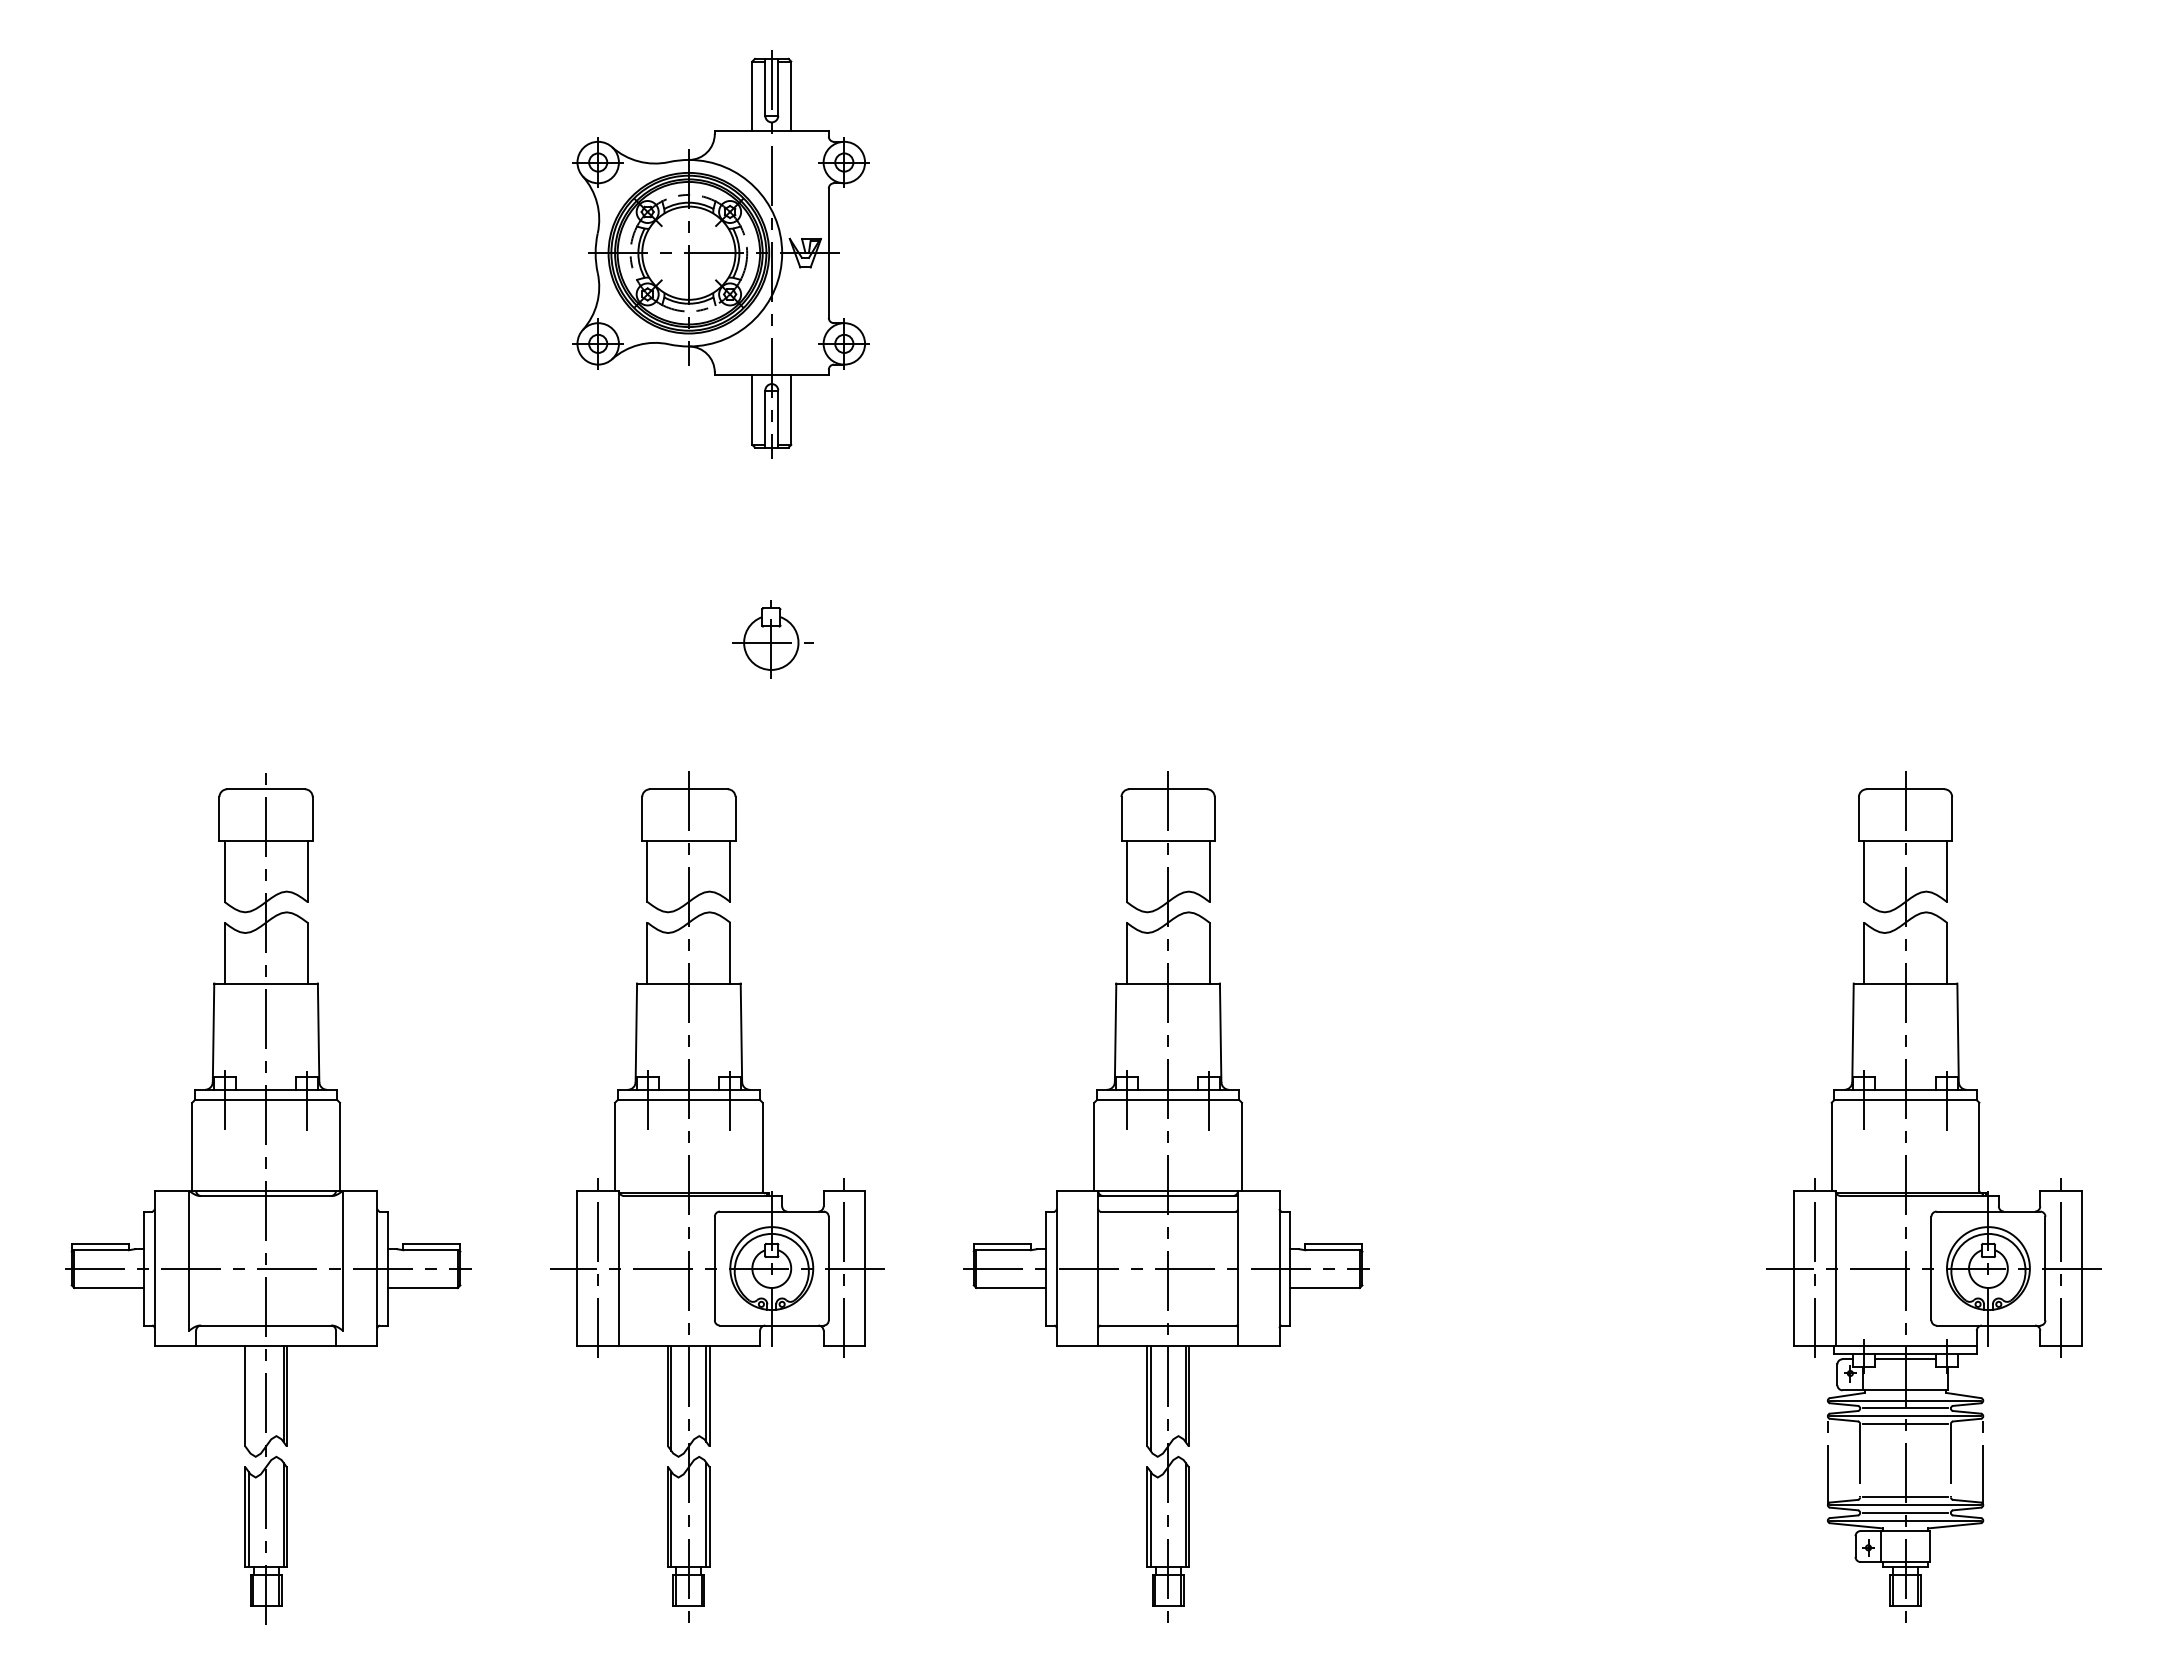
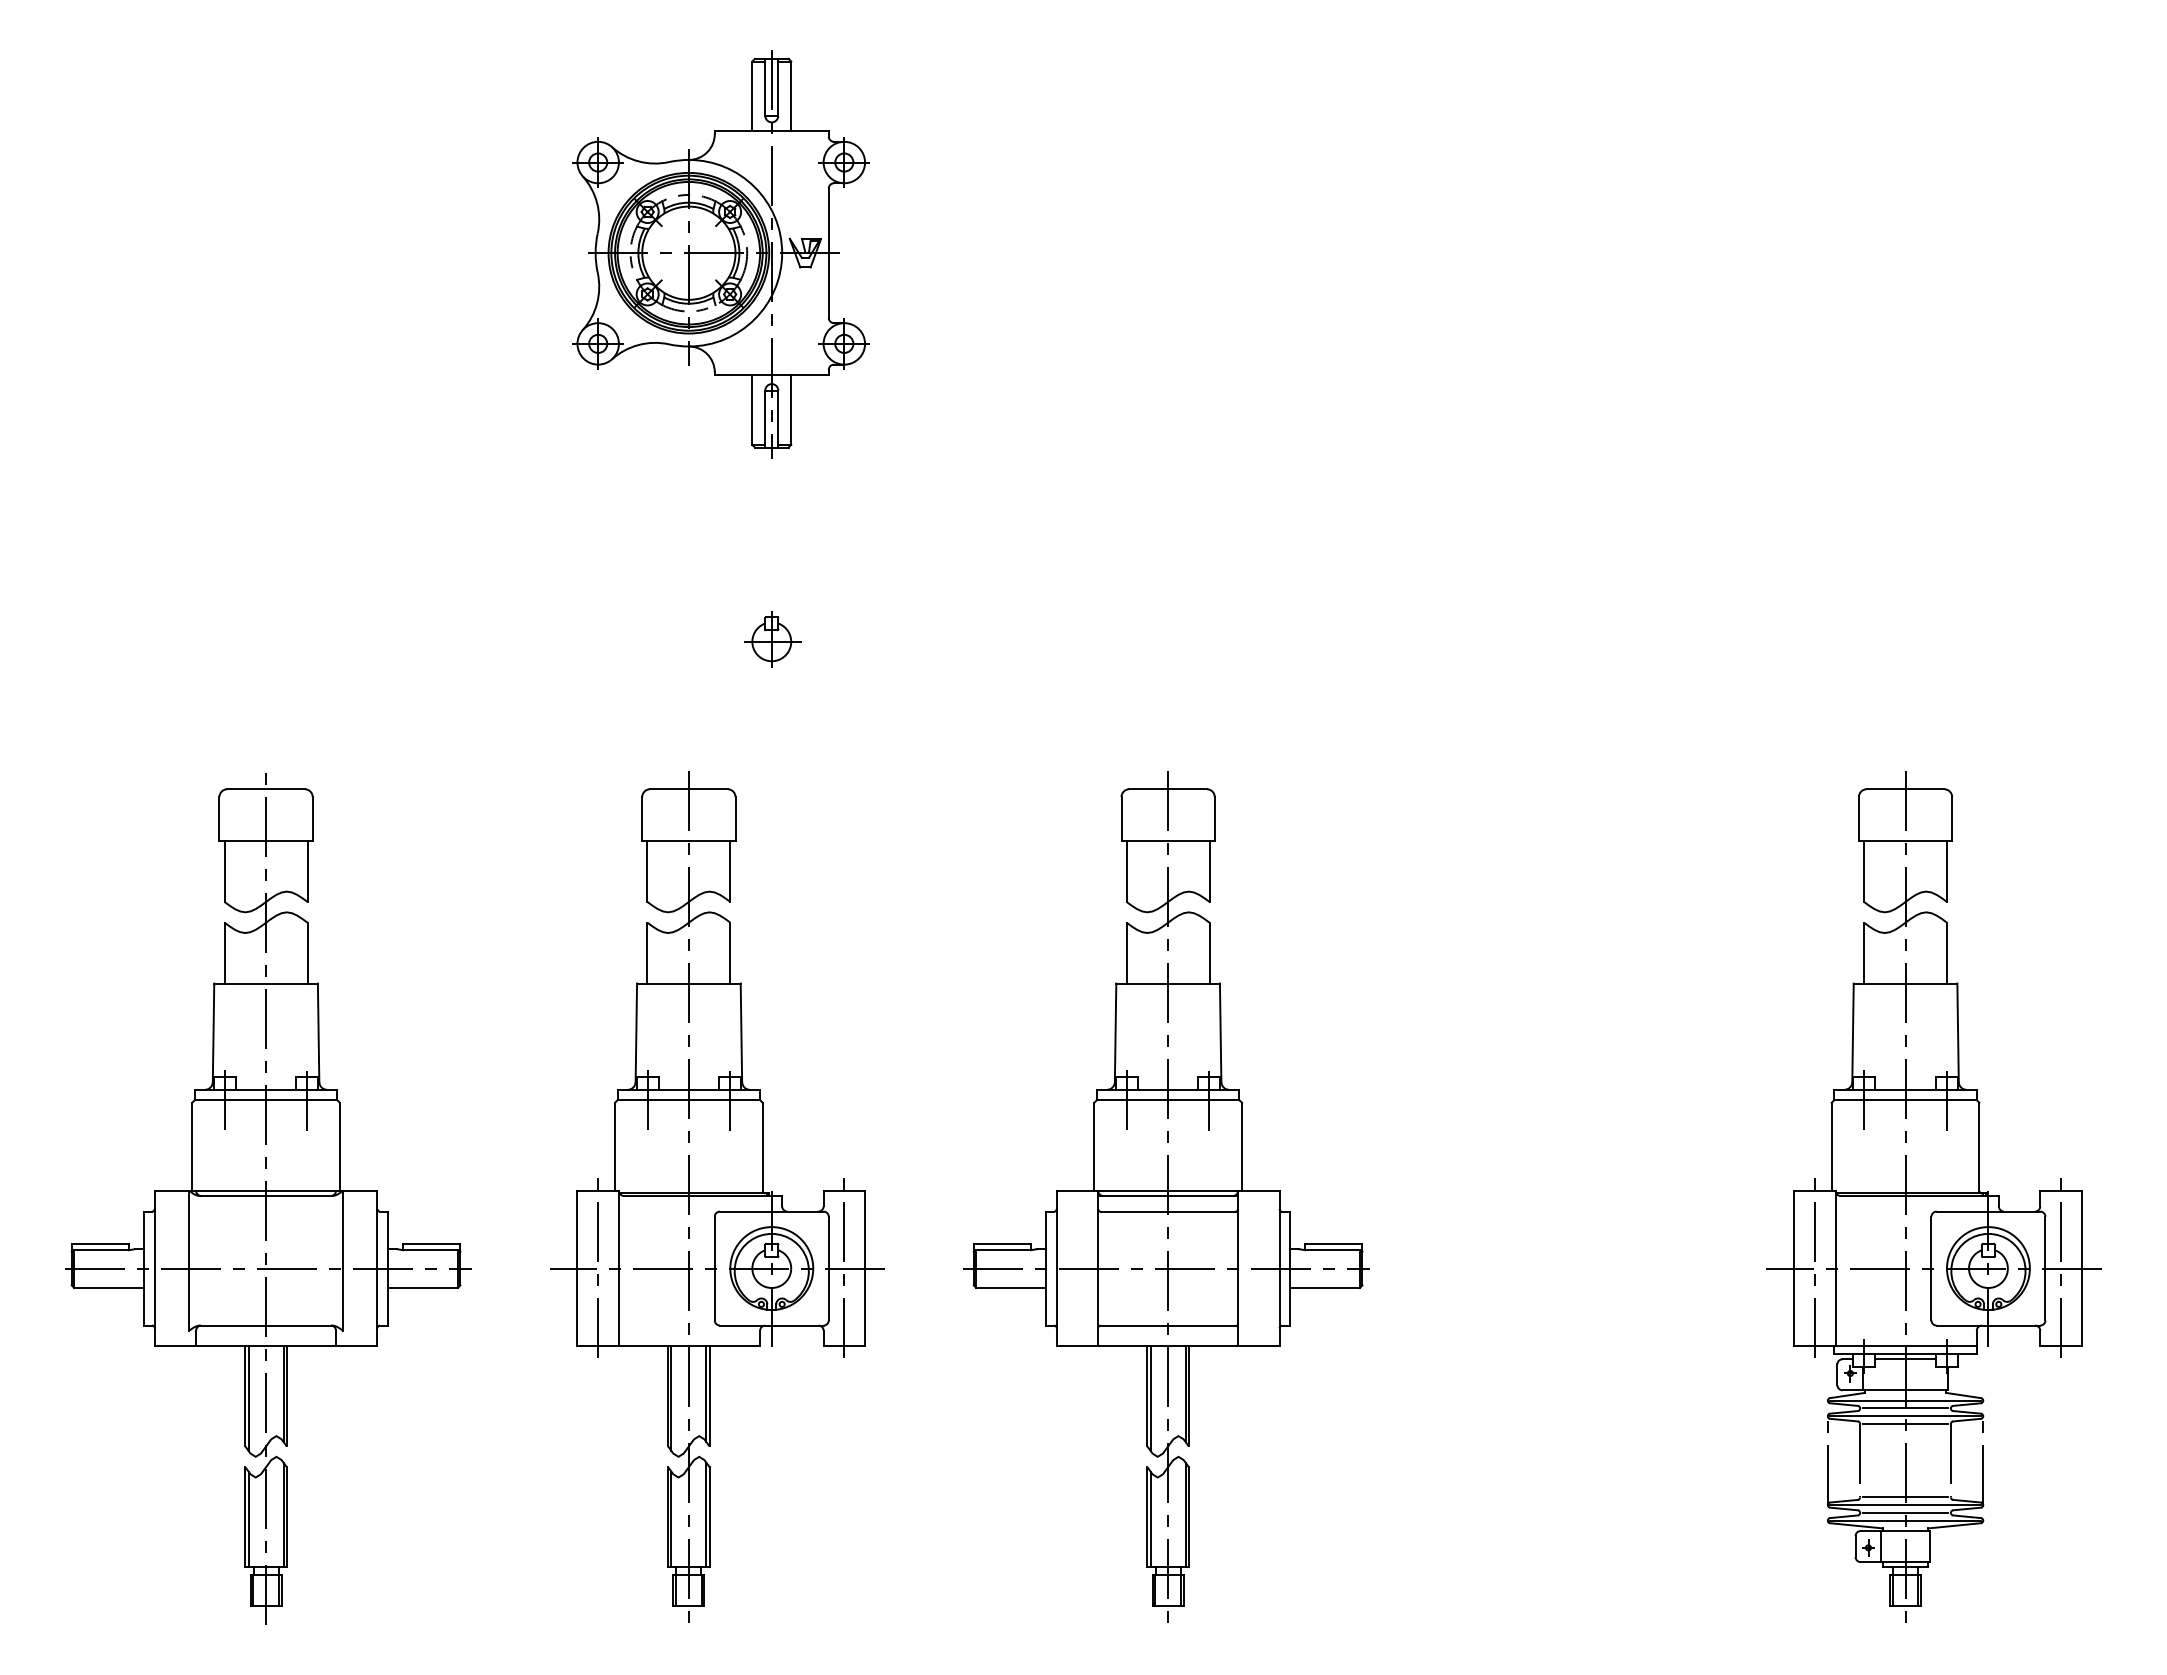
part at (772, 639) size: 82x79 px -> 58x57 px
line at (248, 1398): none -> present
